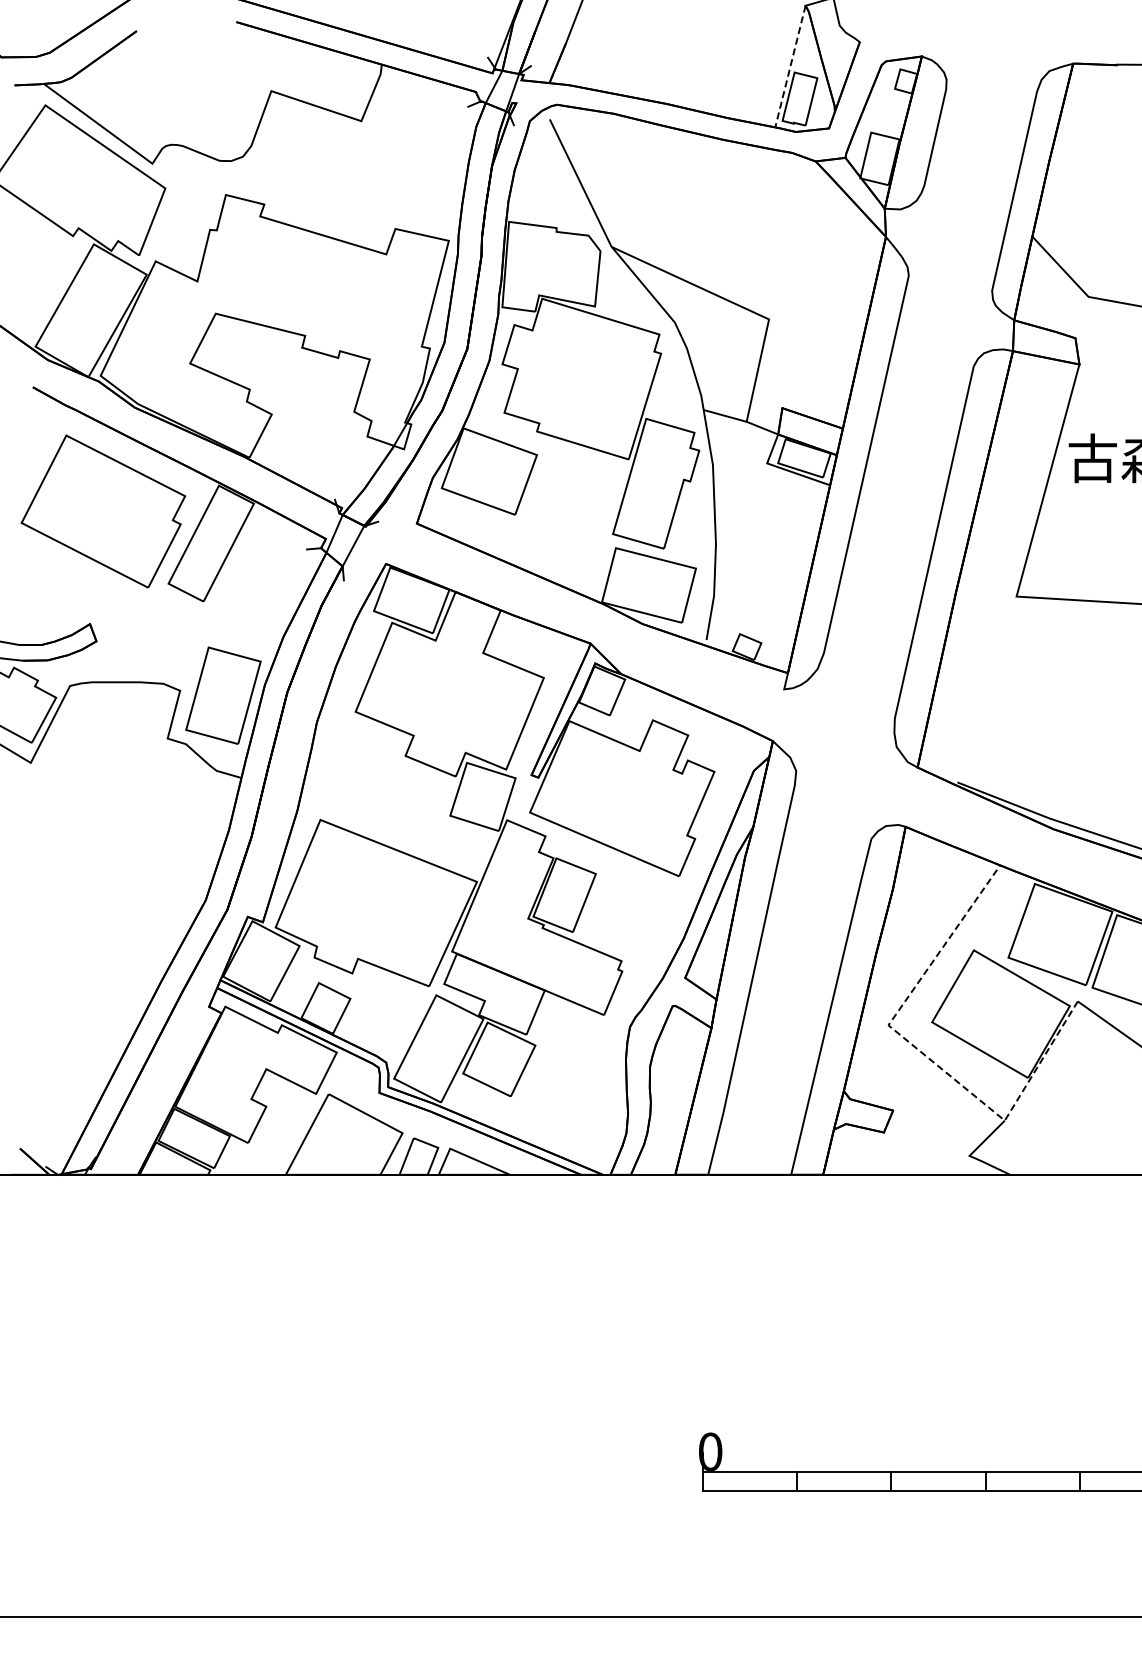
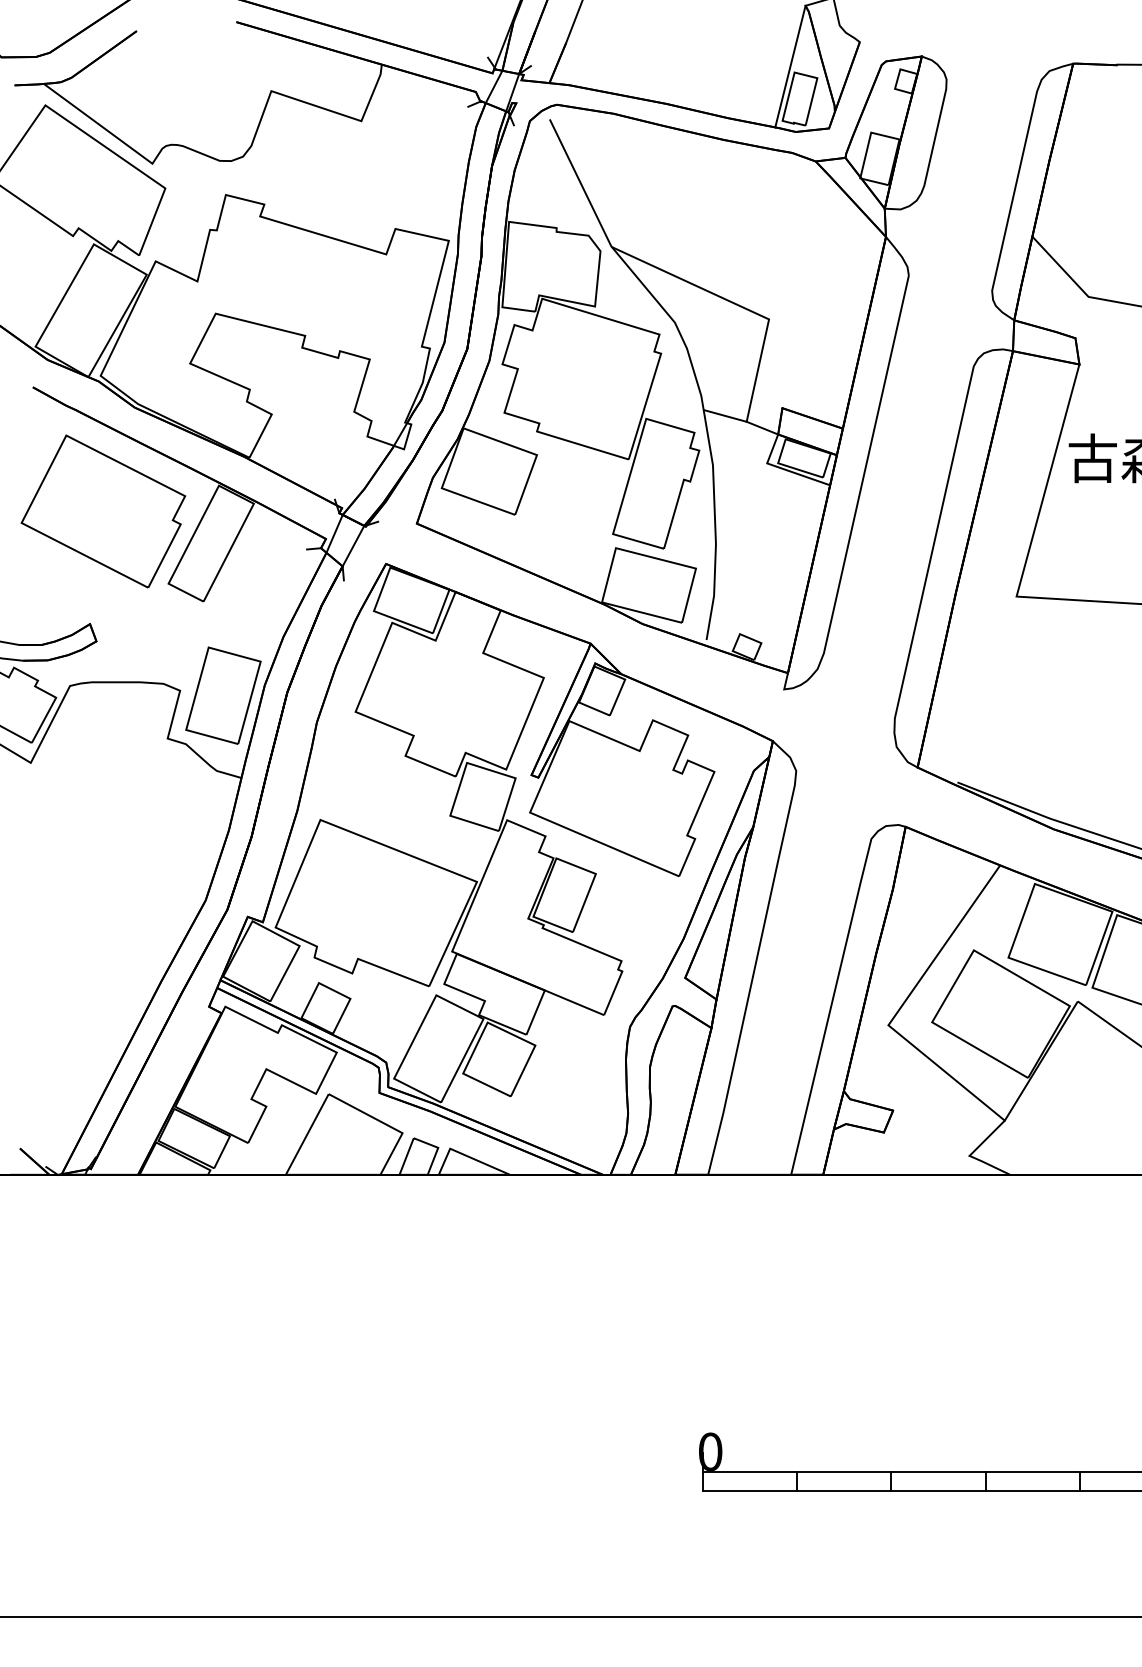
line at (790, 66): dashed -> solid
line at (924, 1054): dashed -> solid
